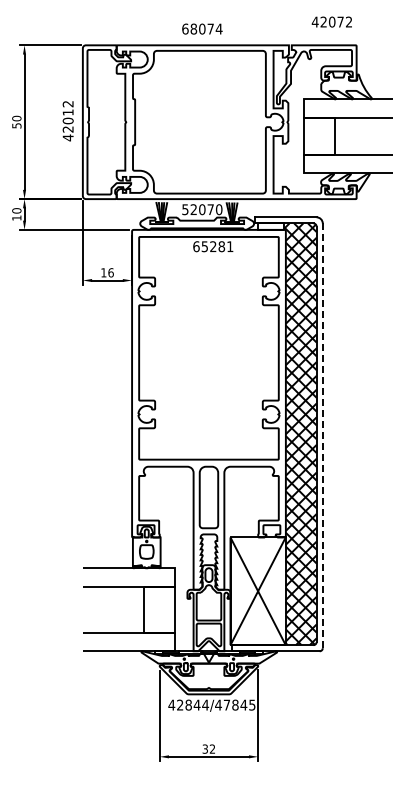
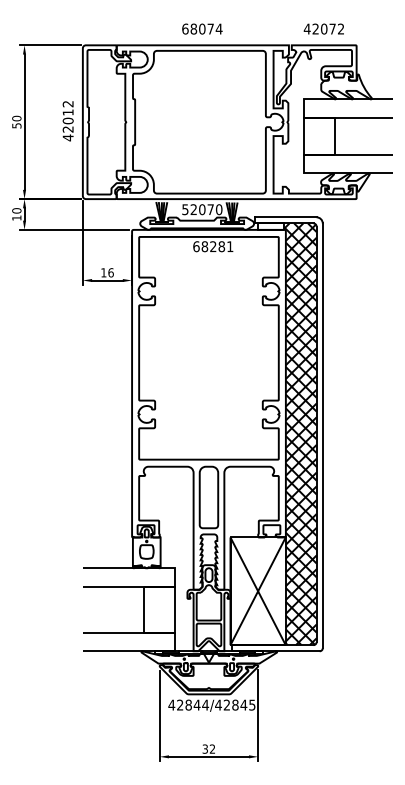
text at (331, 21) position: (331, 21) -> (323, 28)
text at (204, 246): 65281 -> 68281
line at (322, 435): dashed -> solid
text at (226, 704): 42844/47845 -> 42844/42845
